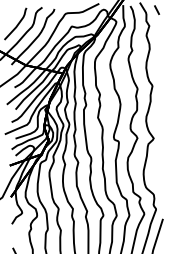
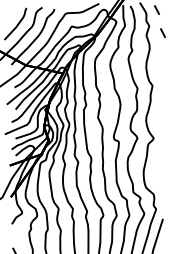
line at (162, 32): none -> present
